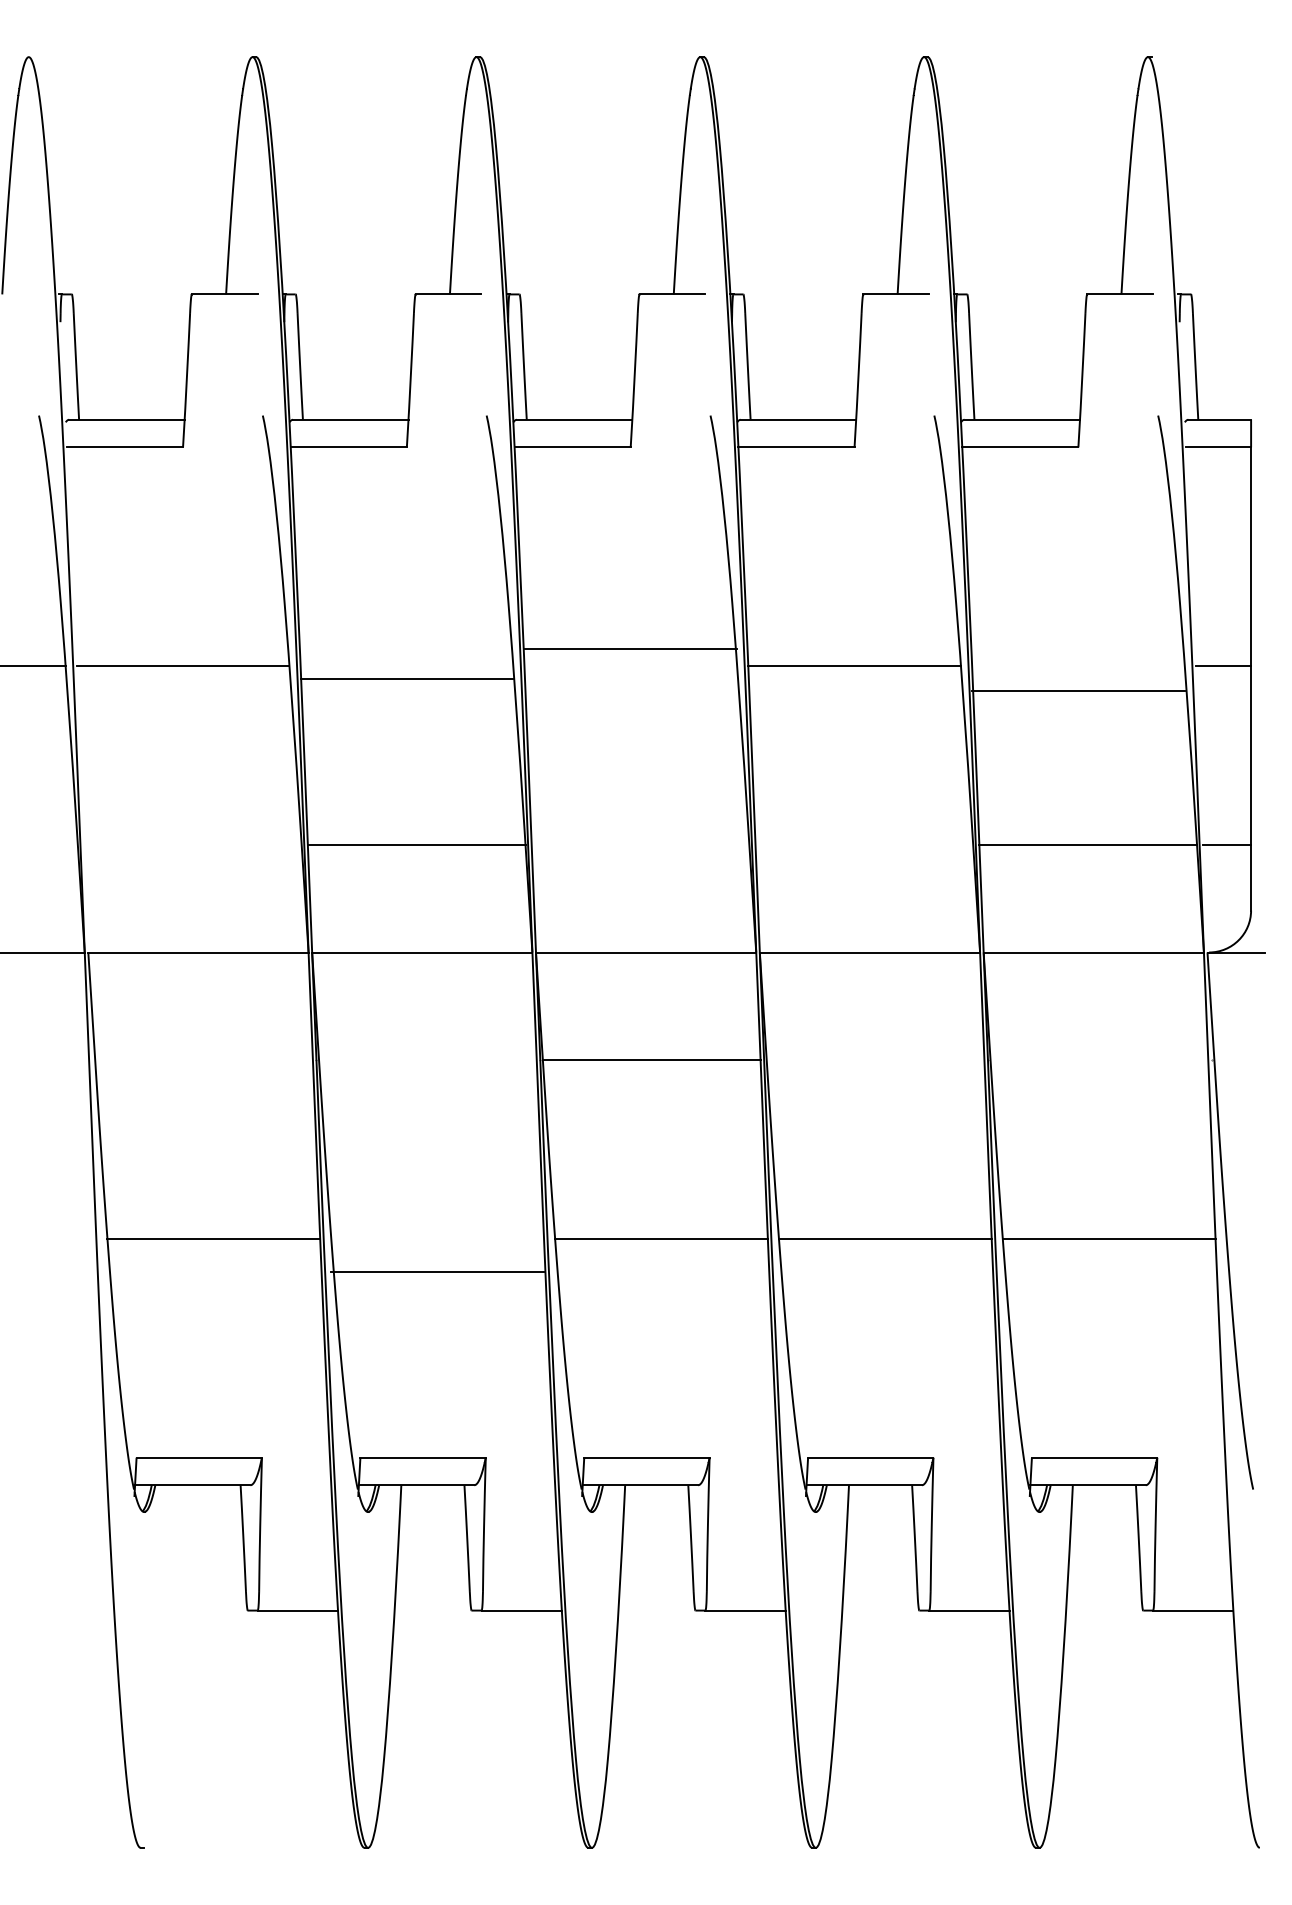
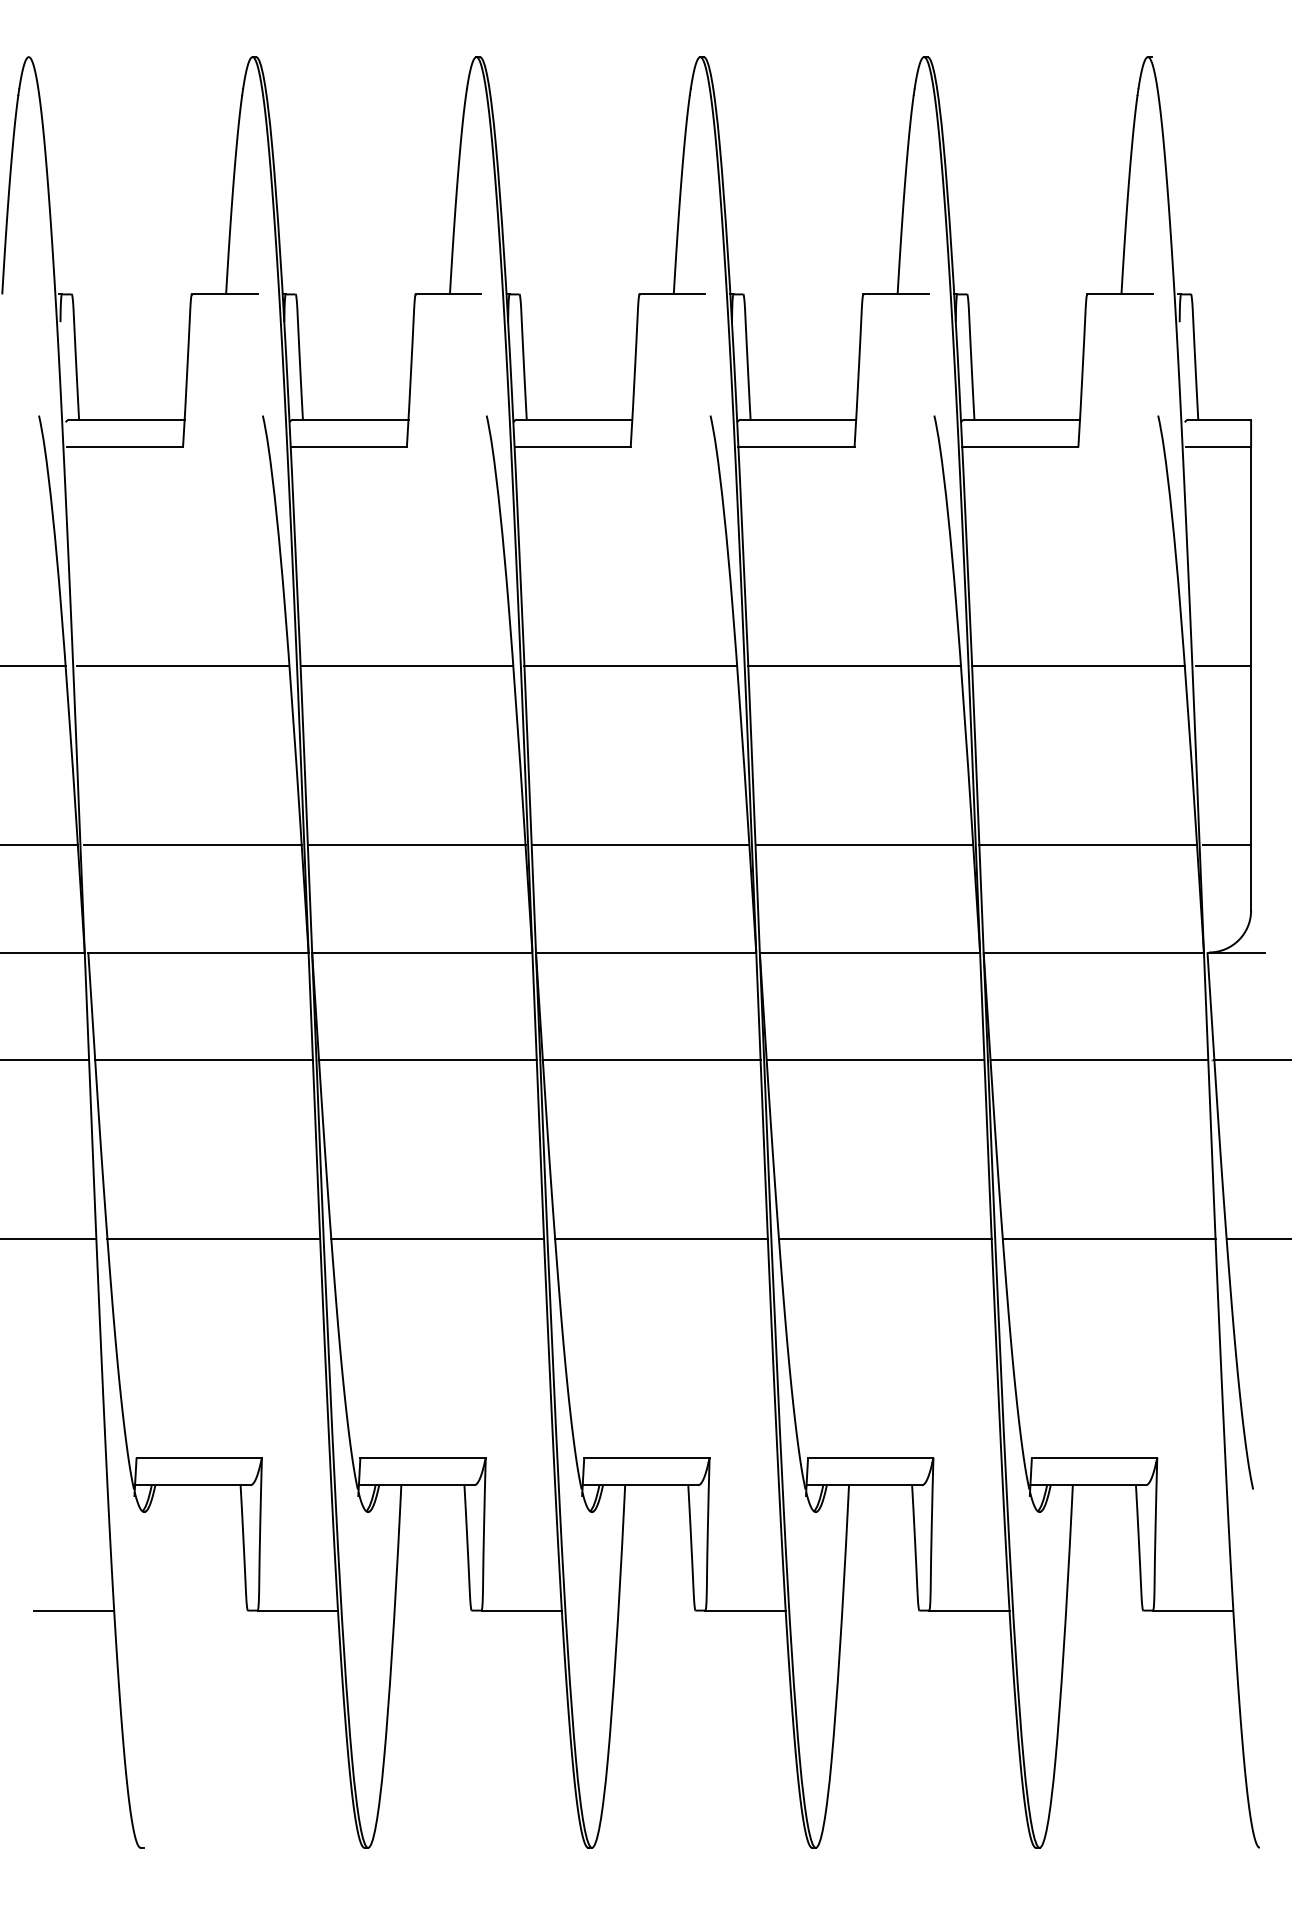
line at (630, 648) position: (630, 648) -> (630, 665)
line at (406, 678) position: (406, 678) -> (406, 665)
line at (1078, 690) position: (1078, 690) -> (1078, 665)
line at (39, 845): none -> present
line at (192, 845): none -> present
line at (640, 845): none -> present
line at (864, 845): none -> present
line at (45, 1059): none -> present
line at (203, 1059): none -> present
line at (427, 1059): none -> present
line at (875, 1059): none -> present
line at (1099, 1059): none -> present
line at (1251, 1059): none -> present
line at (49, 1239): none -> present
line at (1257, 1239): none -> present
line at (437, 1272) position: (437, 1272) -> (437, 1239)
line at (73, 1610): none -> present
